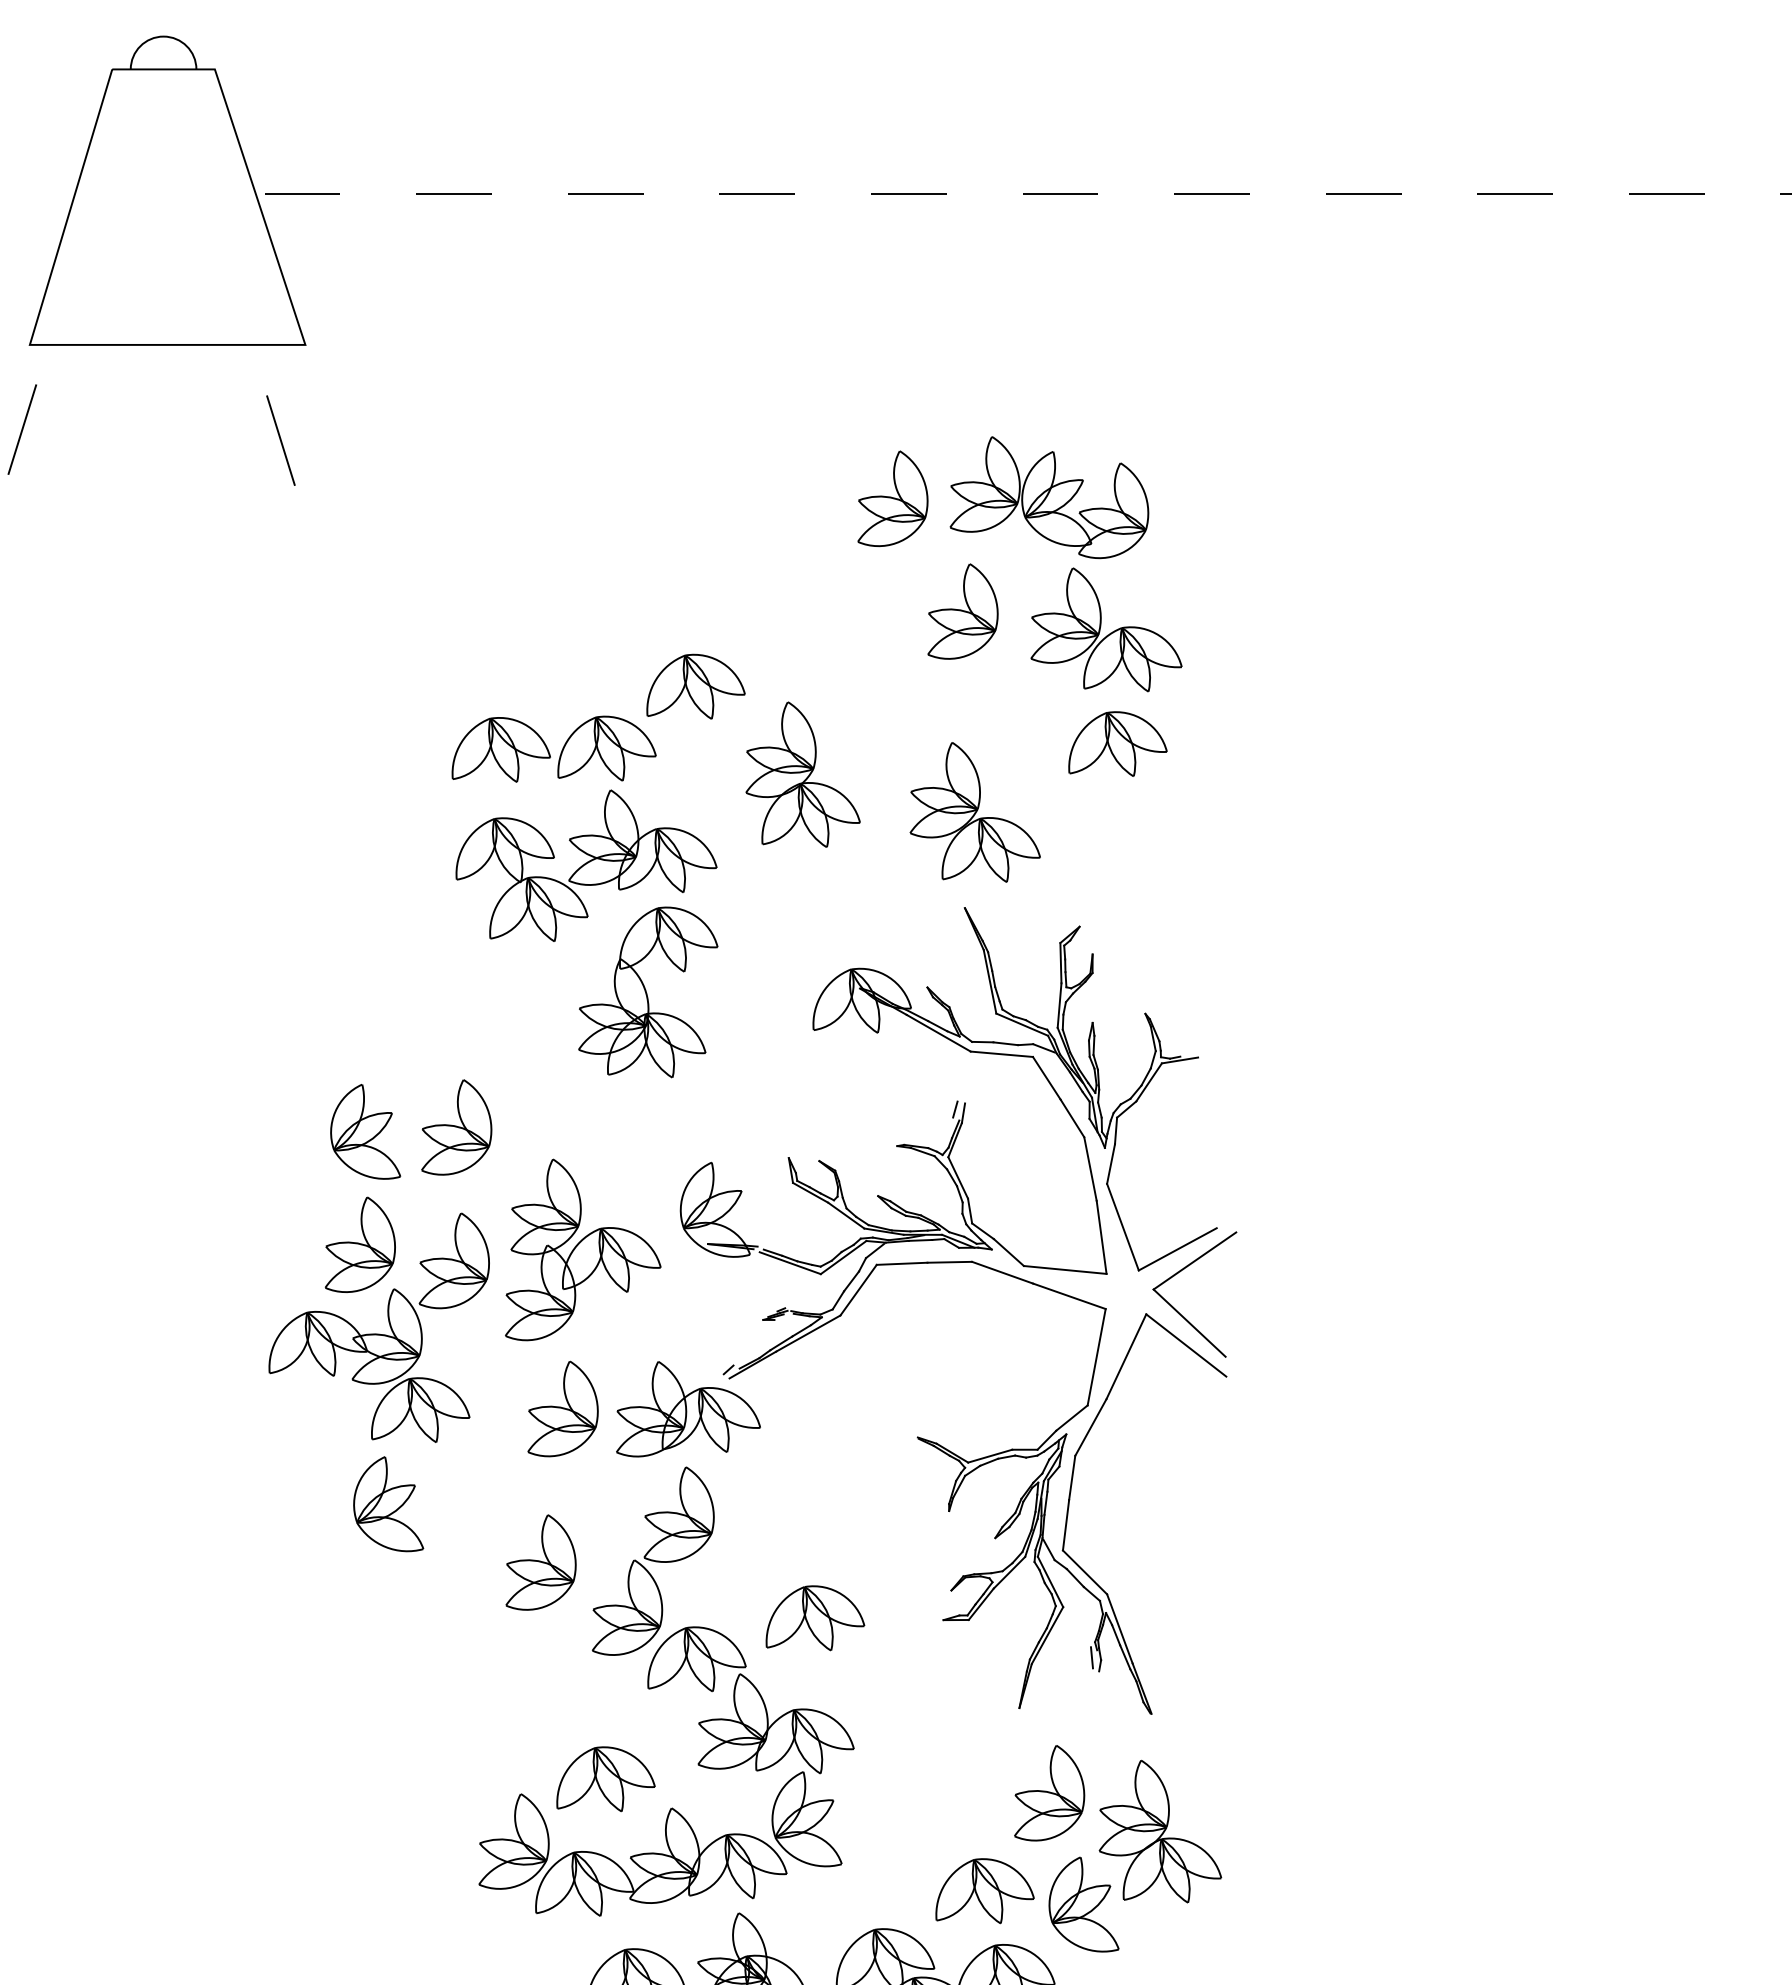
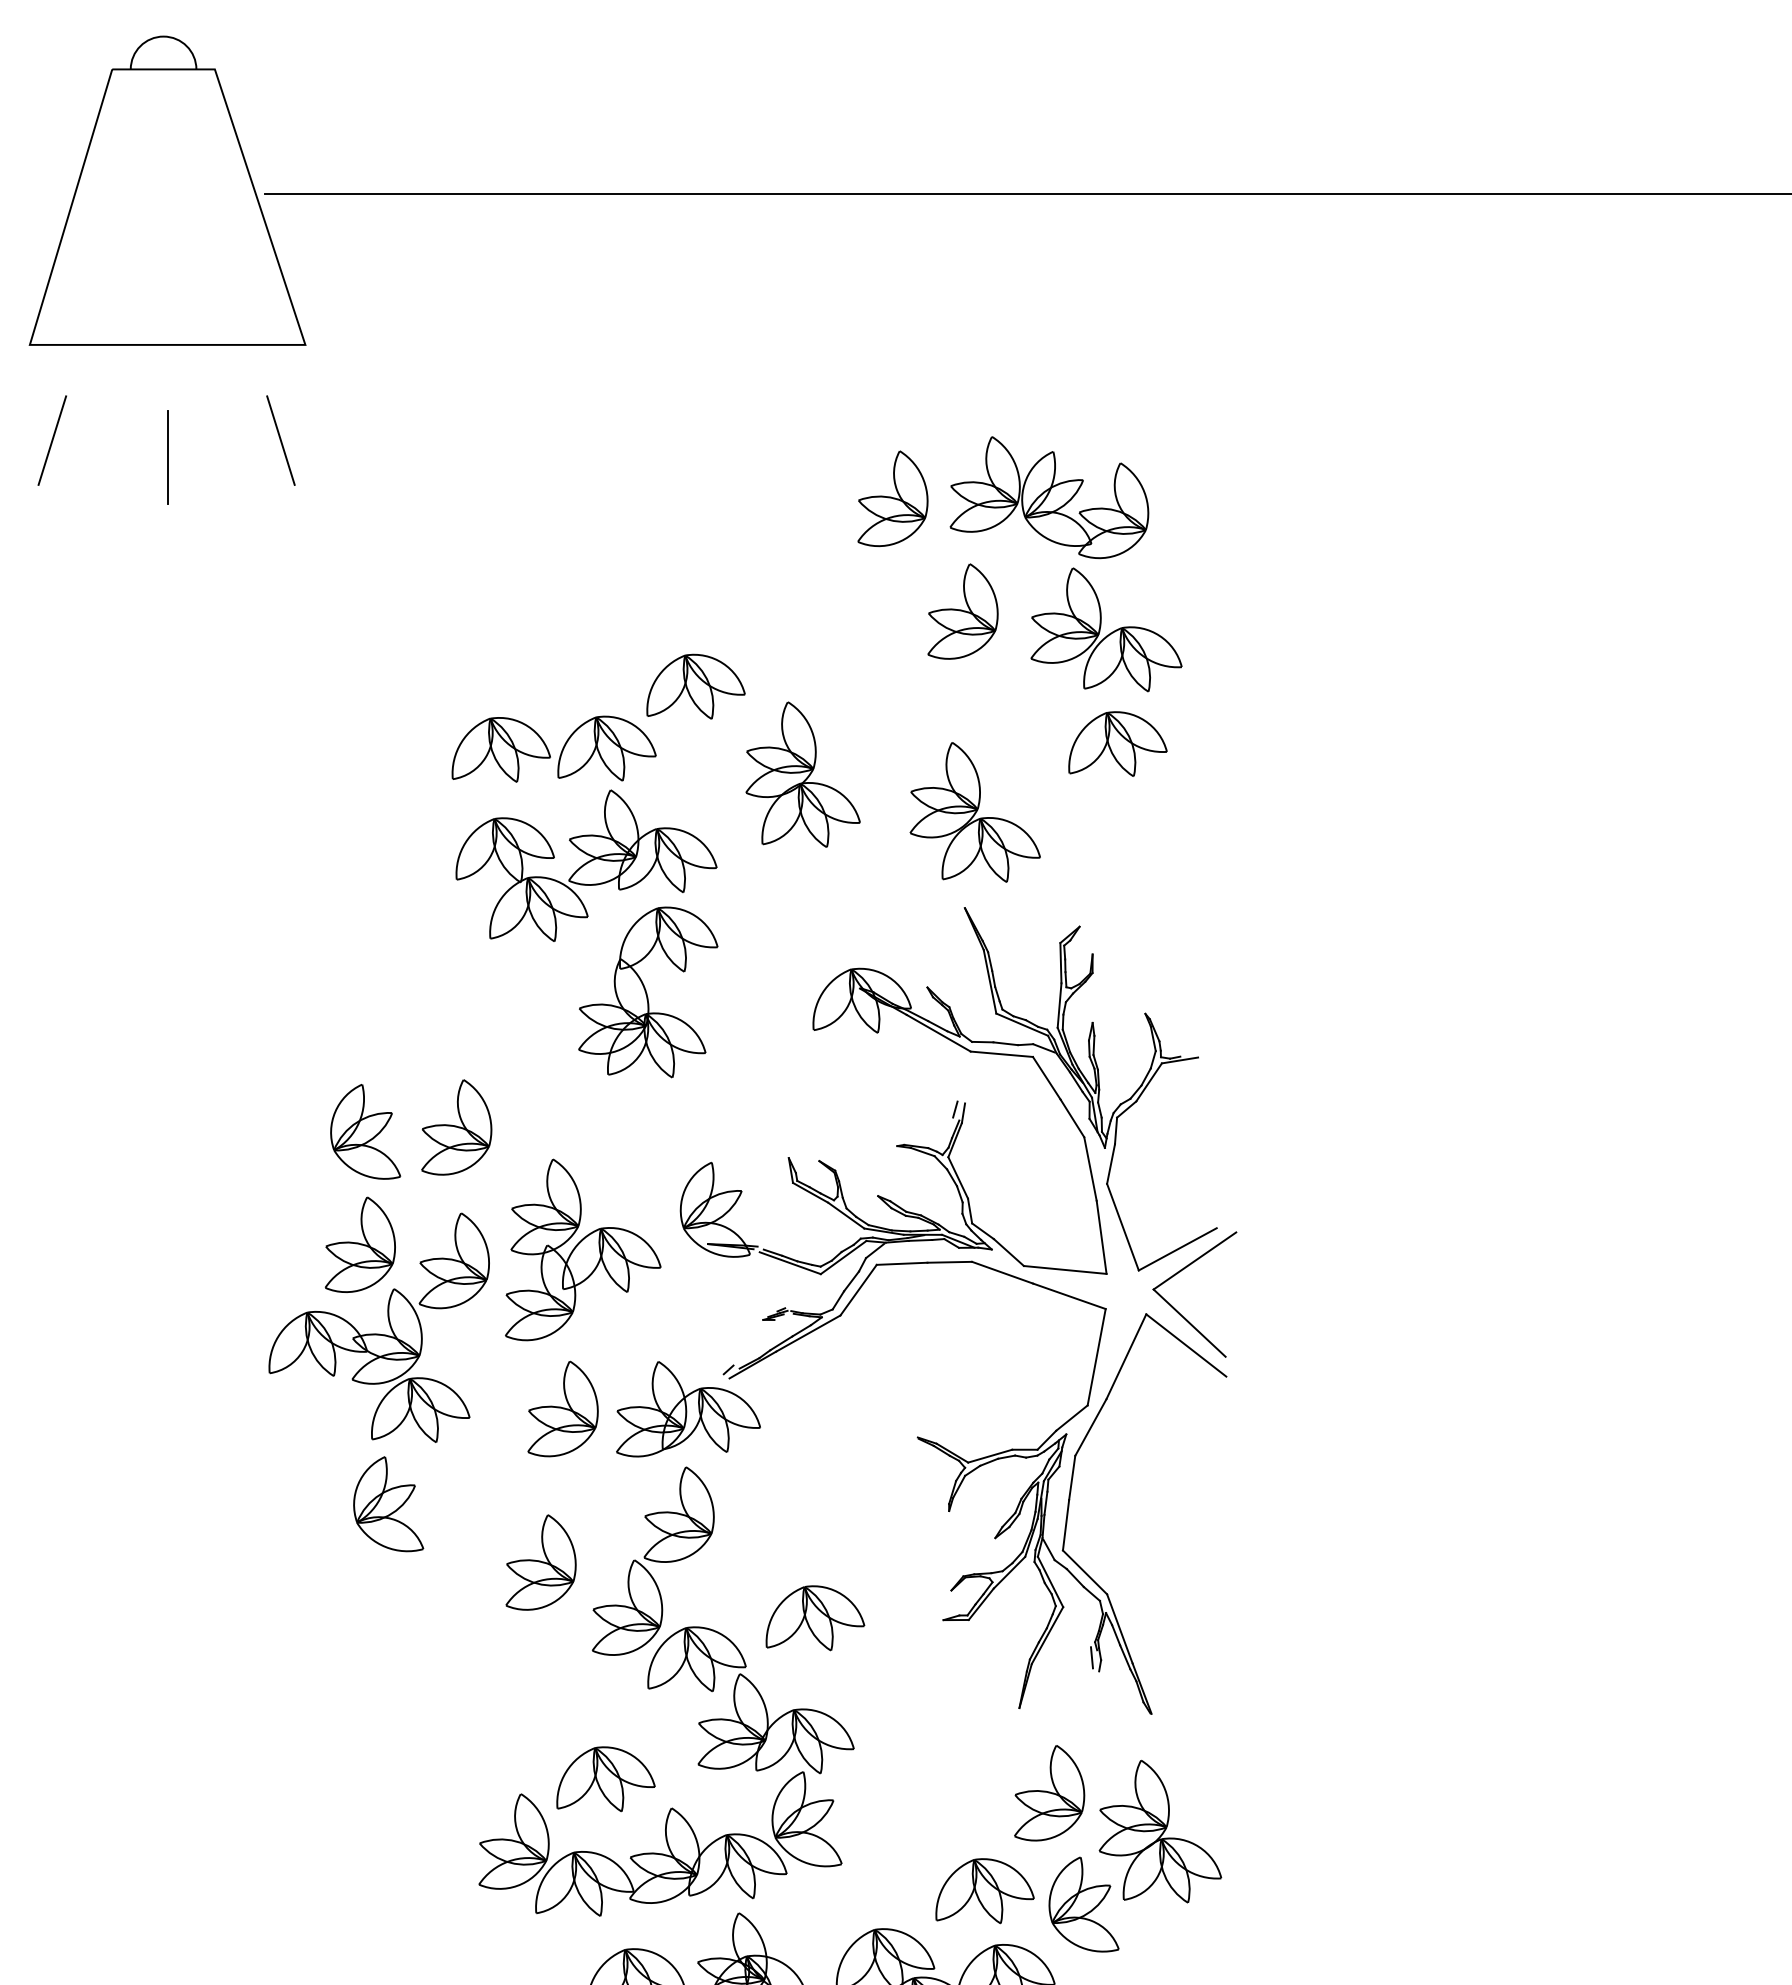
line at (1027, 193): dashed -> solid
line at (21, 429) position: (21, 429) -> (51, 440)
line at (167, 457): none -> present
